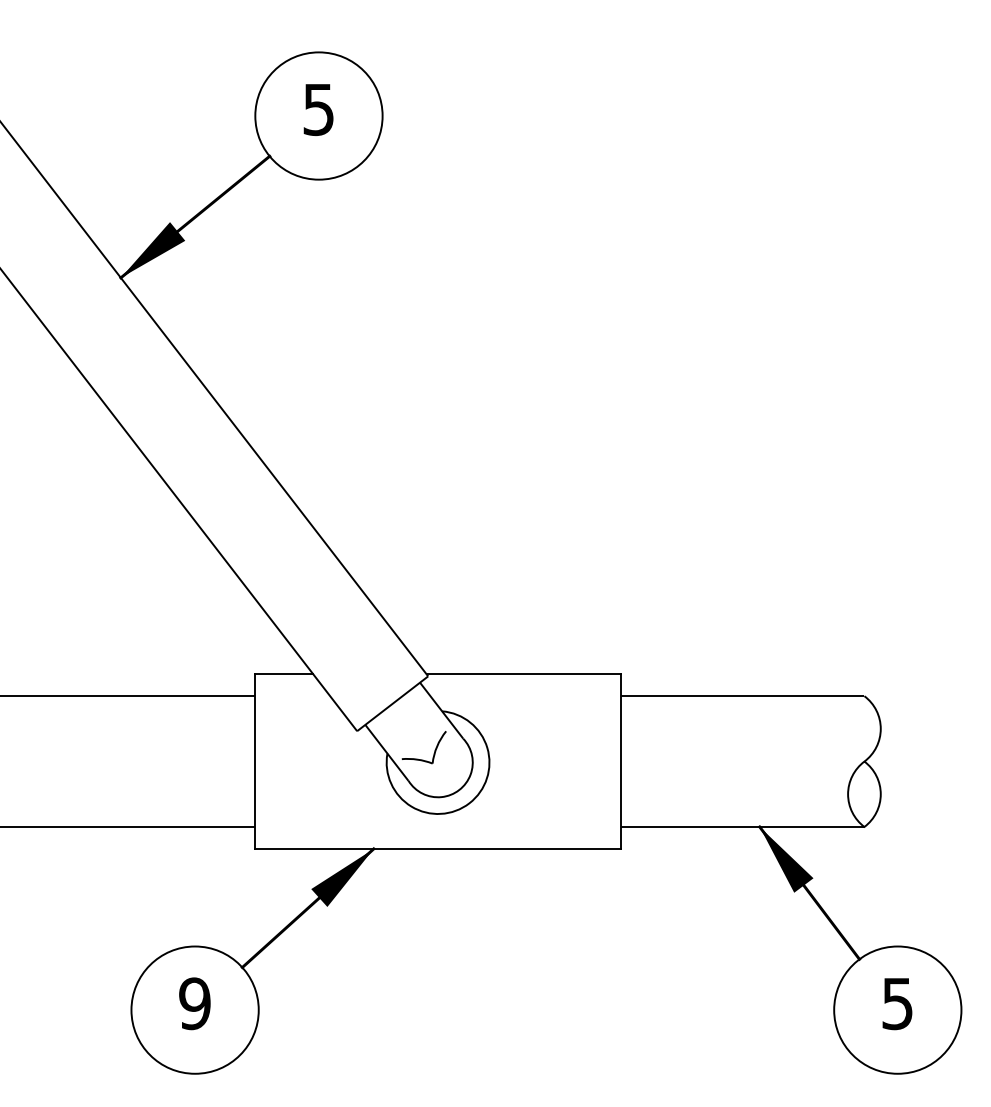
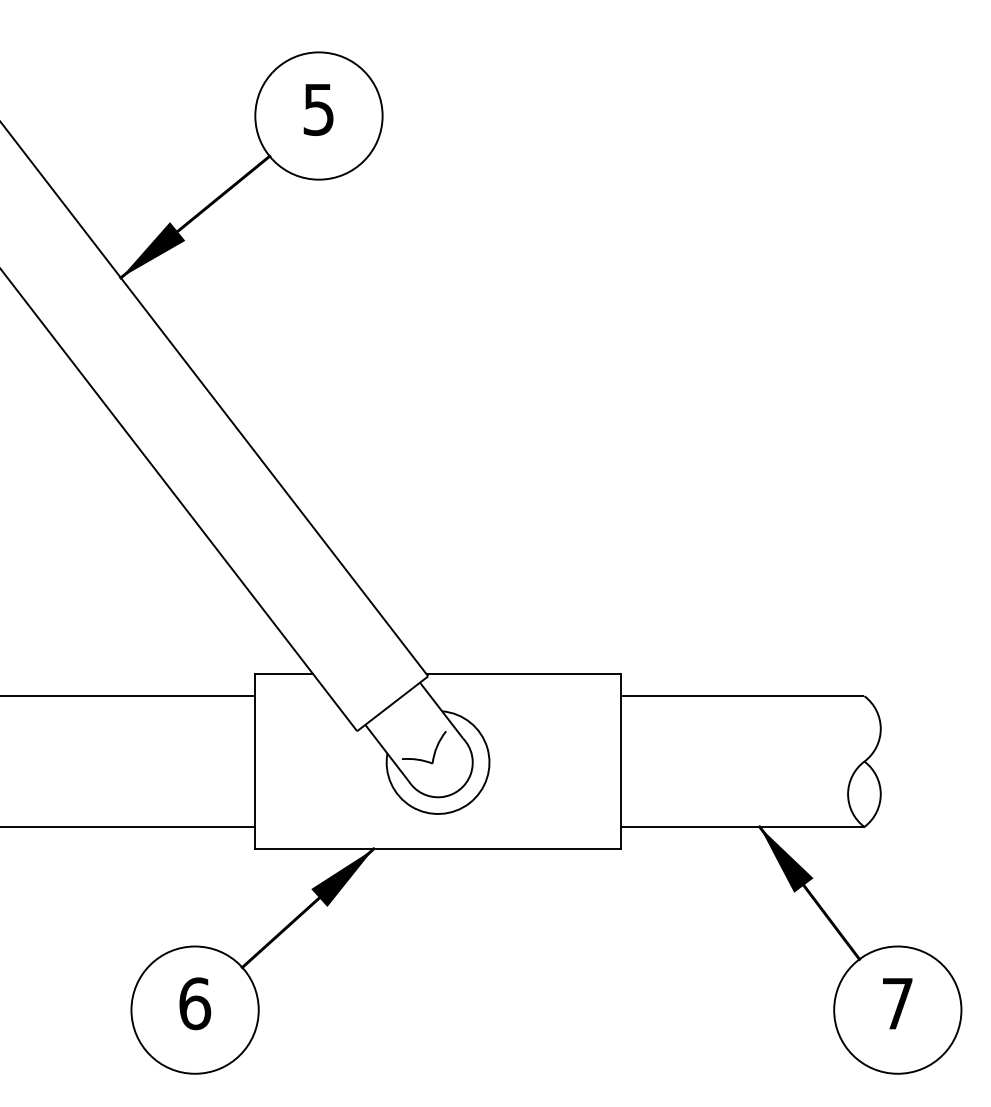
text at (195, 1003): 9 -> 6
text at (897, 1004): 5 -> 7
